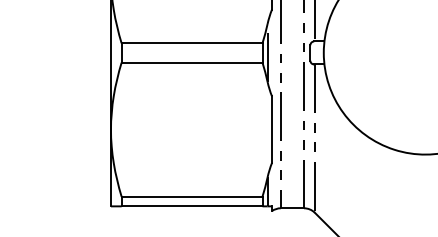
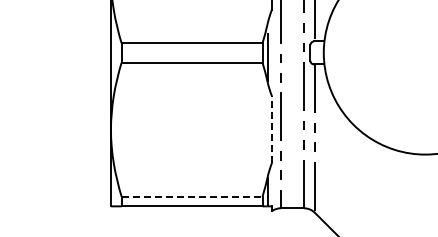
line at (272, 129): solid -> dashed
line at (192, 196): solid -> dashed
